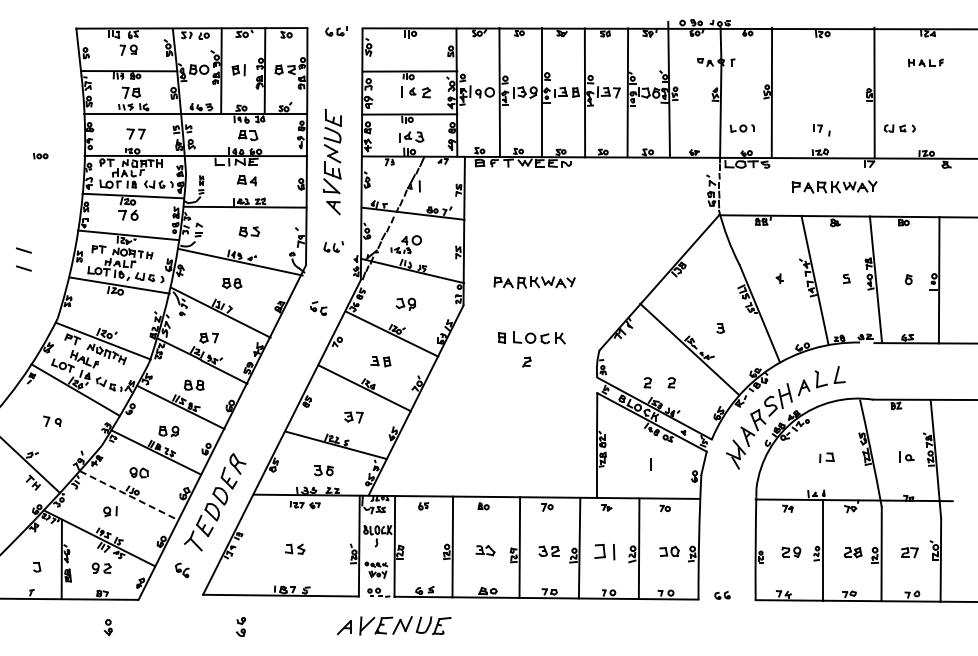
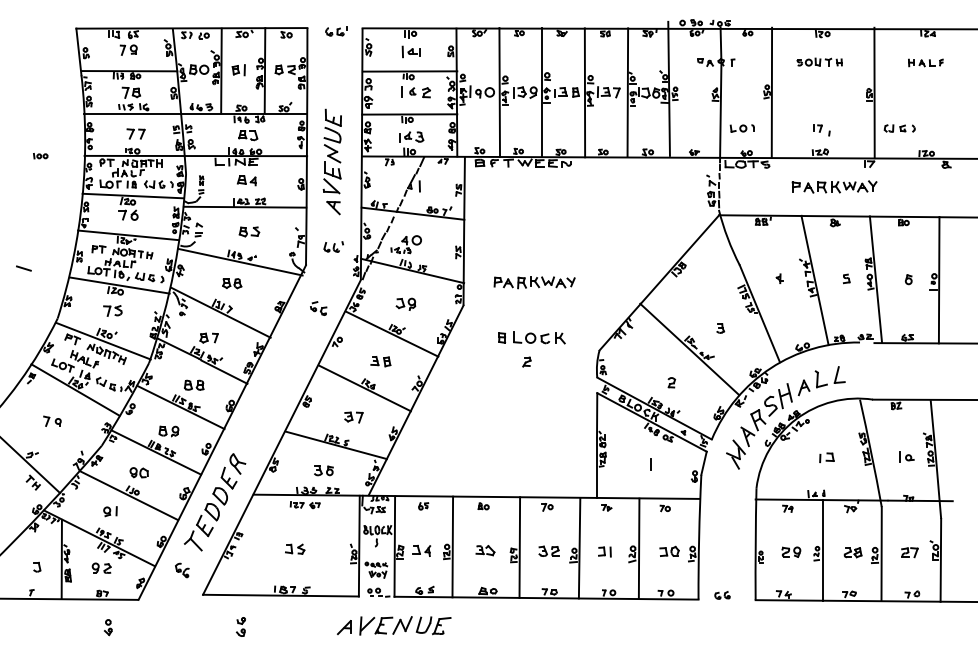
part at (410, 51): none -> present
part at (819, 61): none -> present
line at (23, 250): present -> none
part at (112, 310): none -> present
part at (647, 382): present -> none
line at (129, 495): dashed -> solid
part at (421, 550): none -> present
part at (604, 552) size: 22x17 px -> 14x12 px
